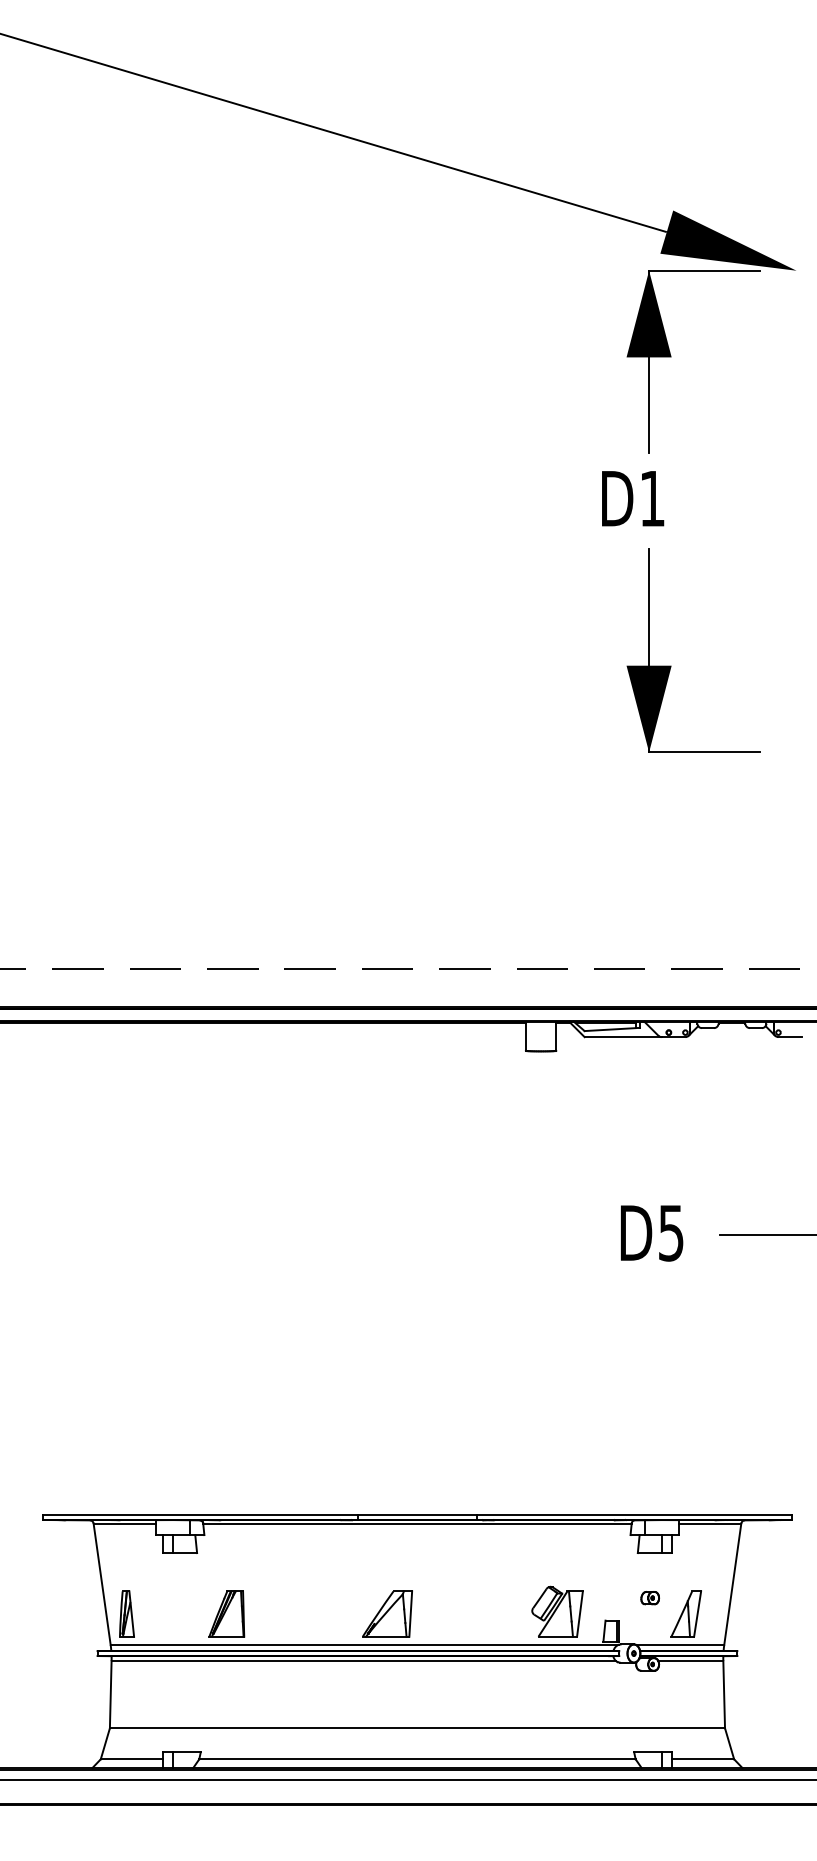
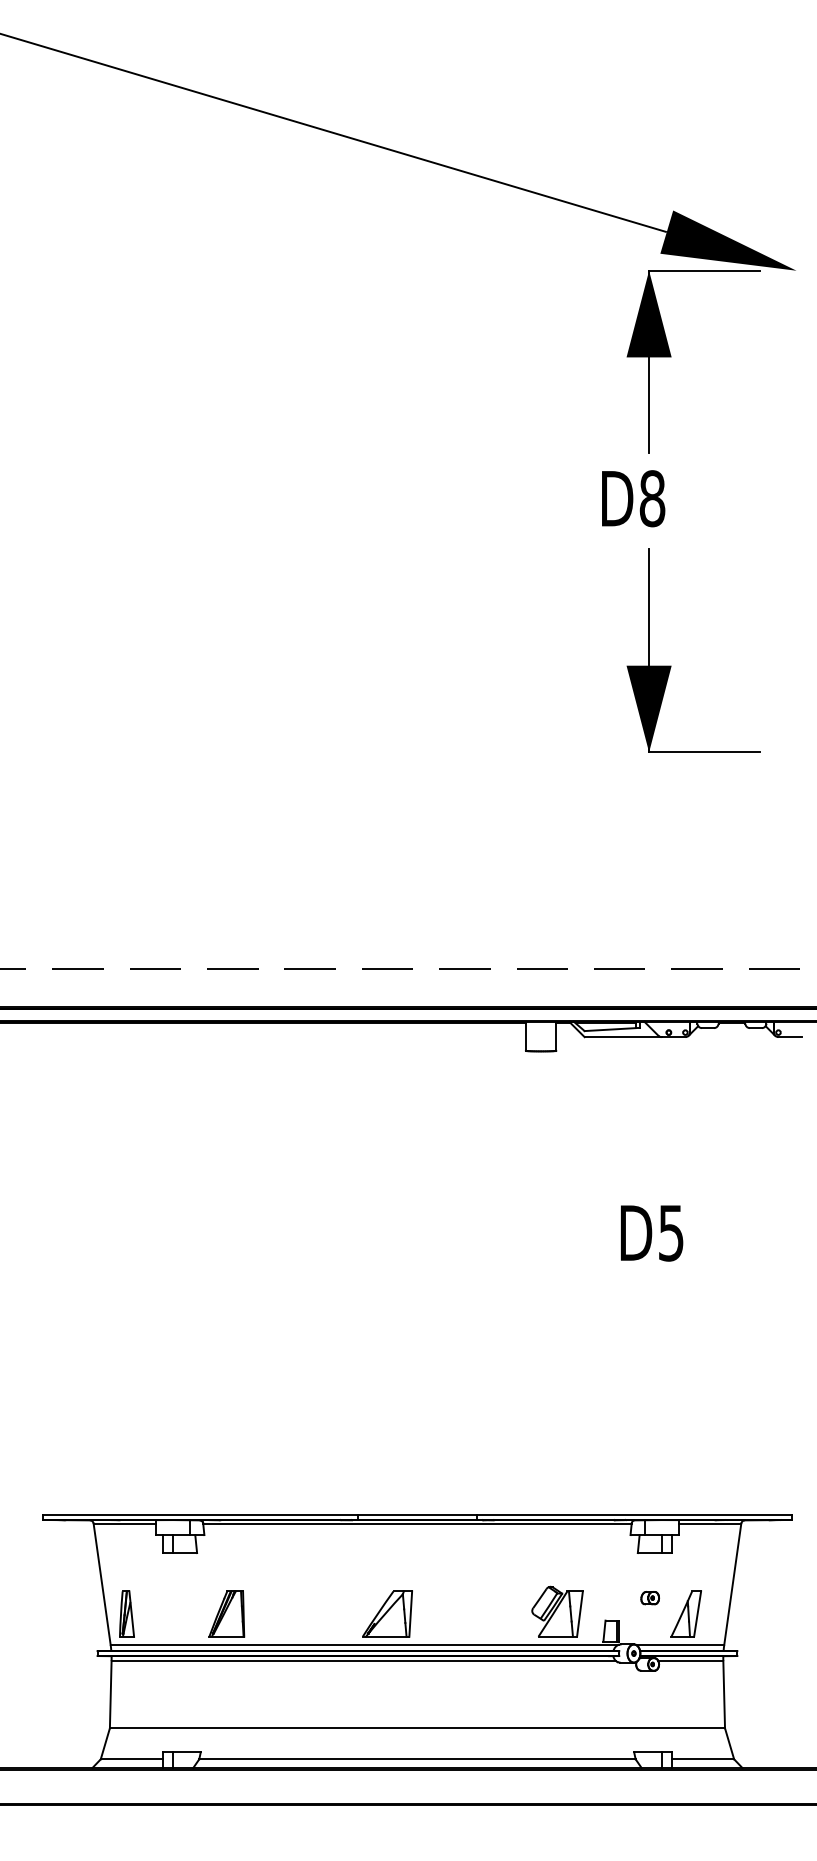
text at (652, 498): D1 -> D8
line at (766, 1235): present -> none
line at (407, 1780): present -> none
